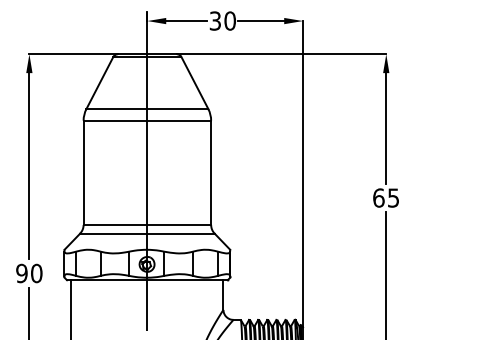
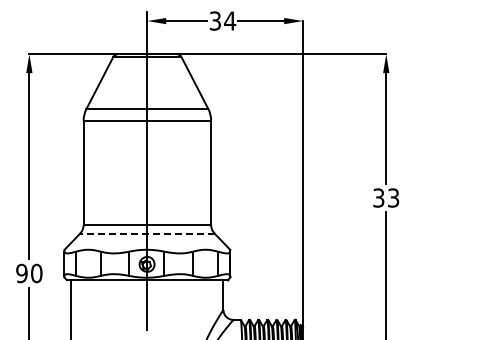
text at (230, 20): 30 -> 34
text at (386, 197): 65 -> 33
line at (146, 233): solid -> dashed
